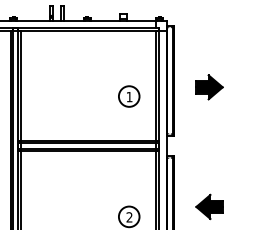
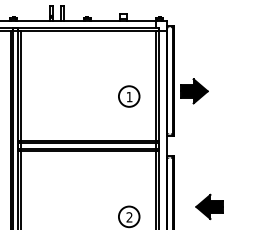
part at (209, 87) position: (209, 87) -> (194, 91)
